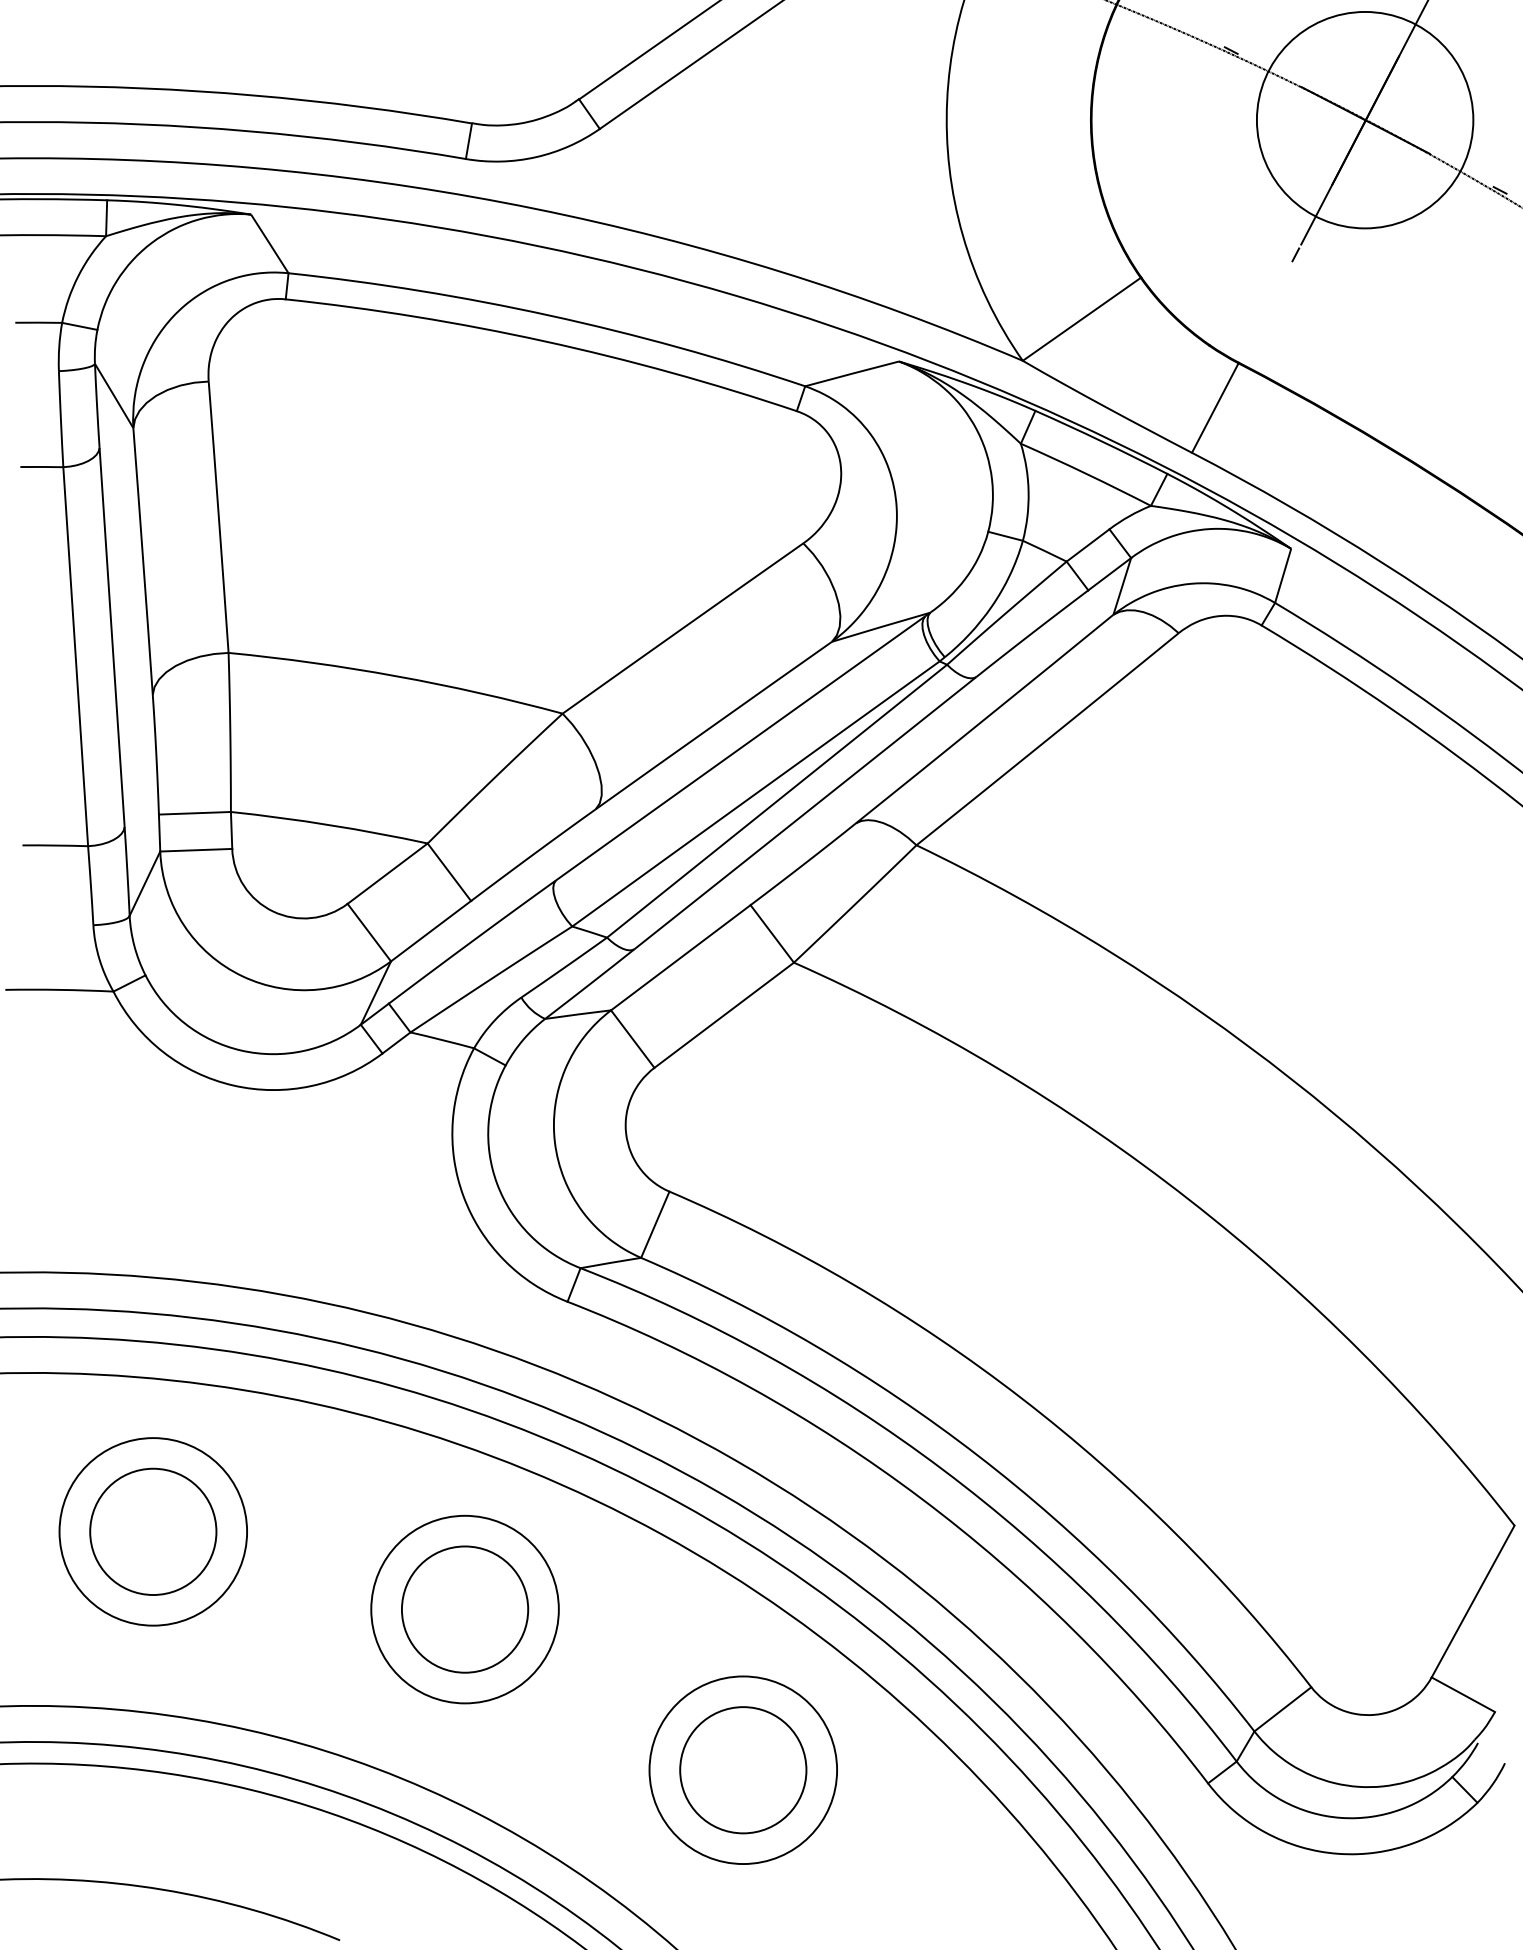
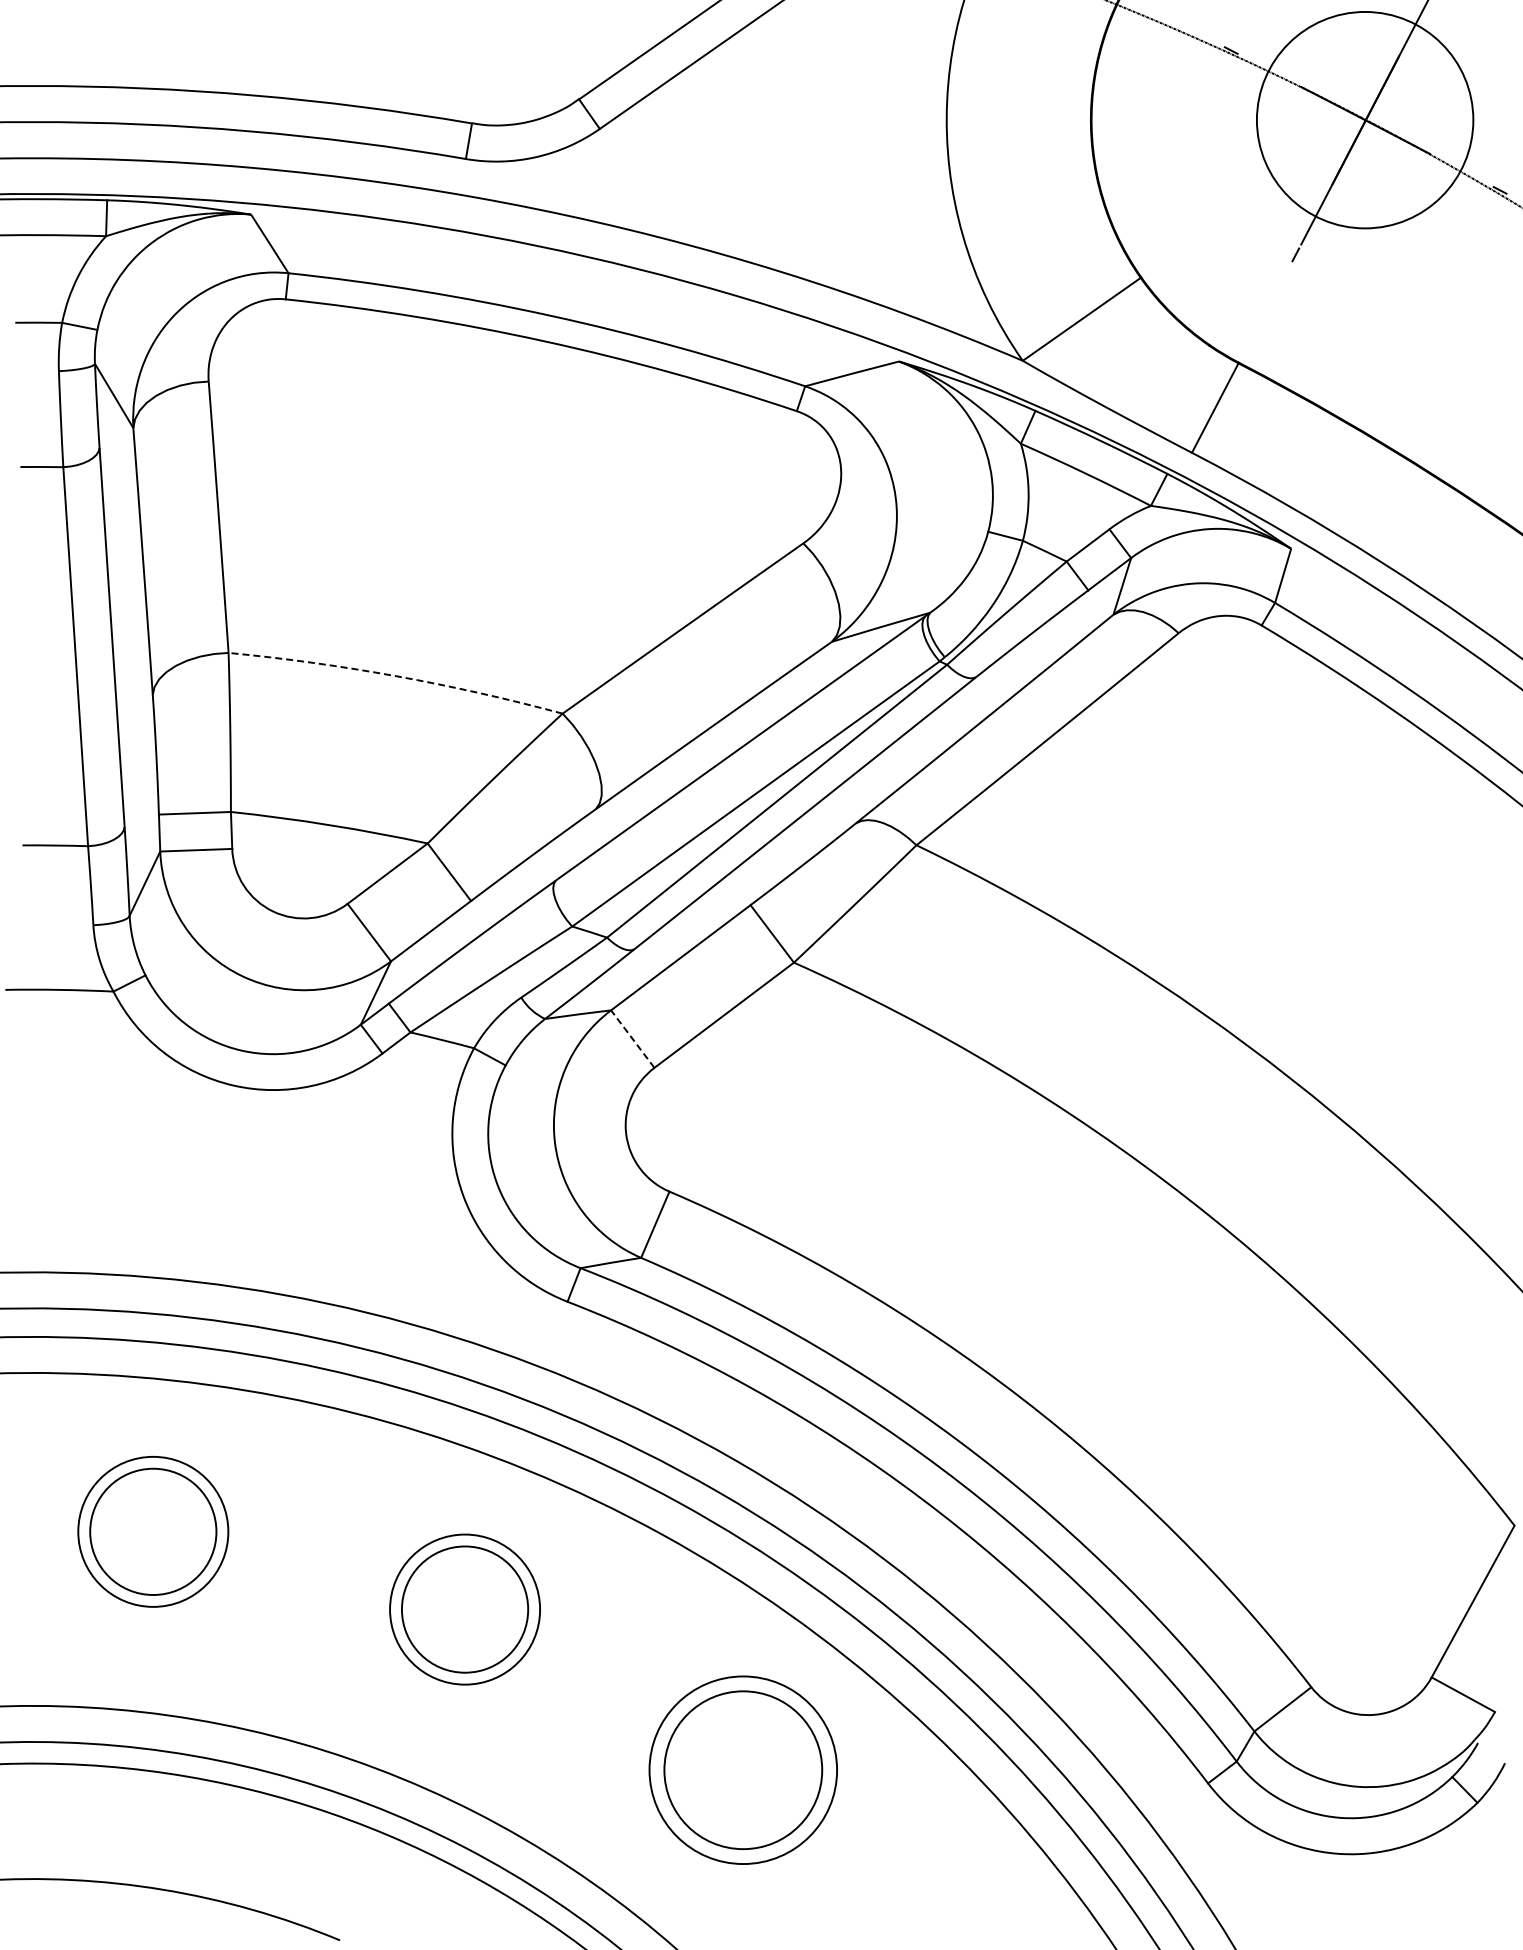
arc at (396, 676): solid -> dashed
line at (632, 1038): solid -> dashed
circle at (153, 1531) diameter: 188 px -> 150 px
circle at (464, 1609) diameter: 188 px -> 150 px
circle at (743, 1770) diameter: 126 px -> 158 px
